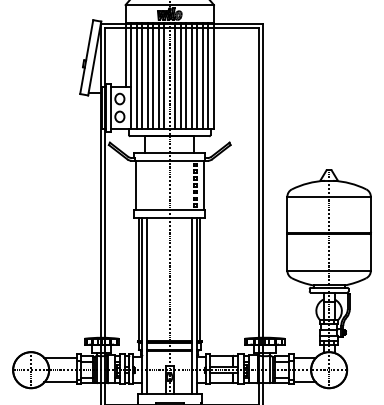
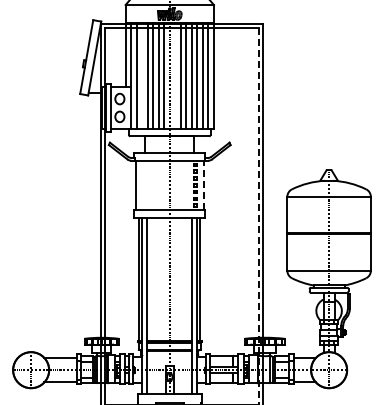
line at (142, 76): present -> none
line at (175, 76): present -> none
line at (204, 185): solid -> dashed
line at (258, 216): solid -> dashed
